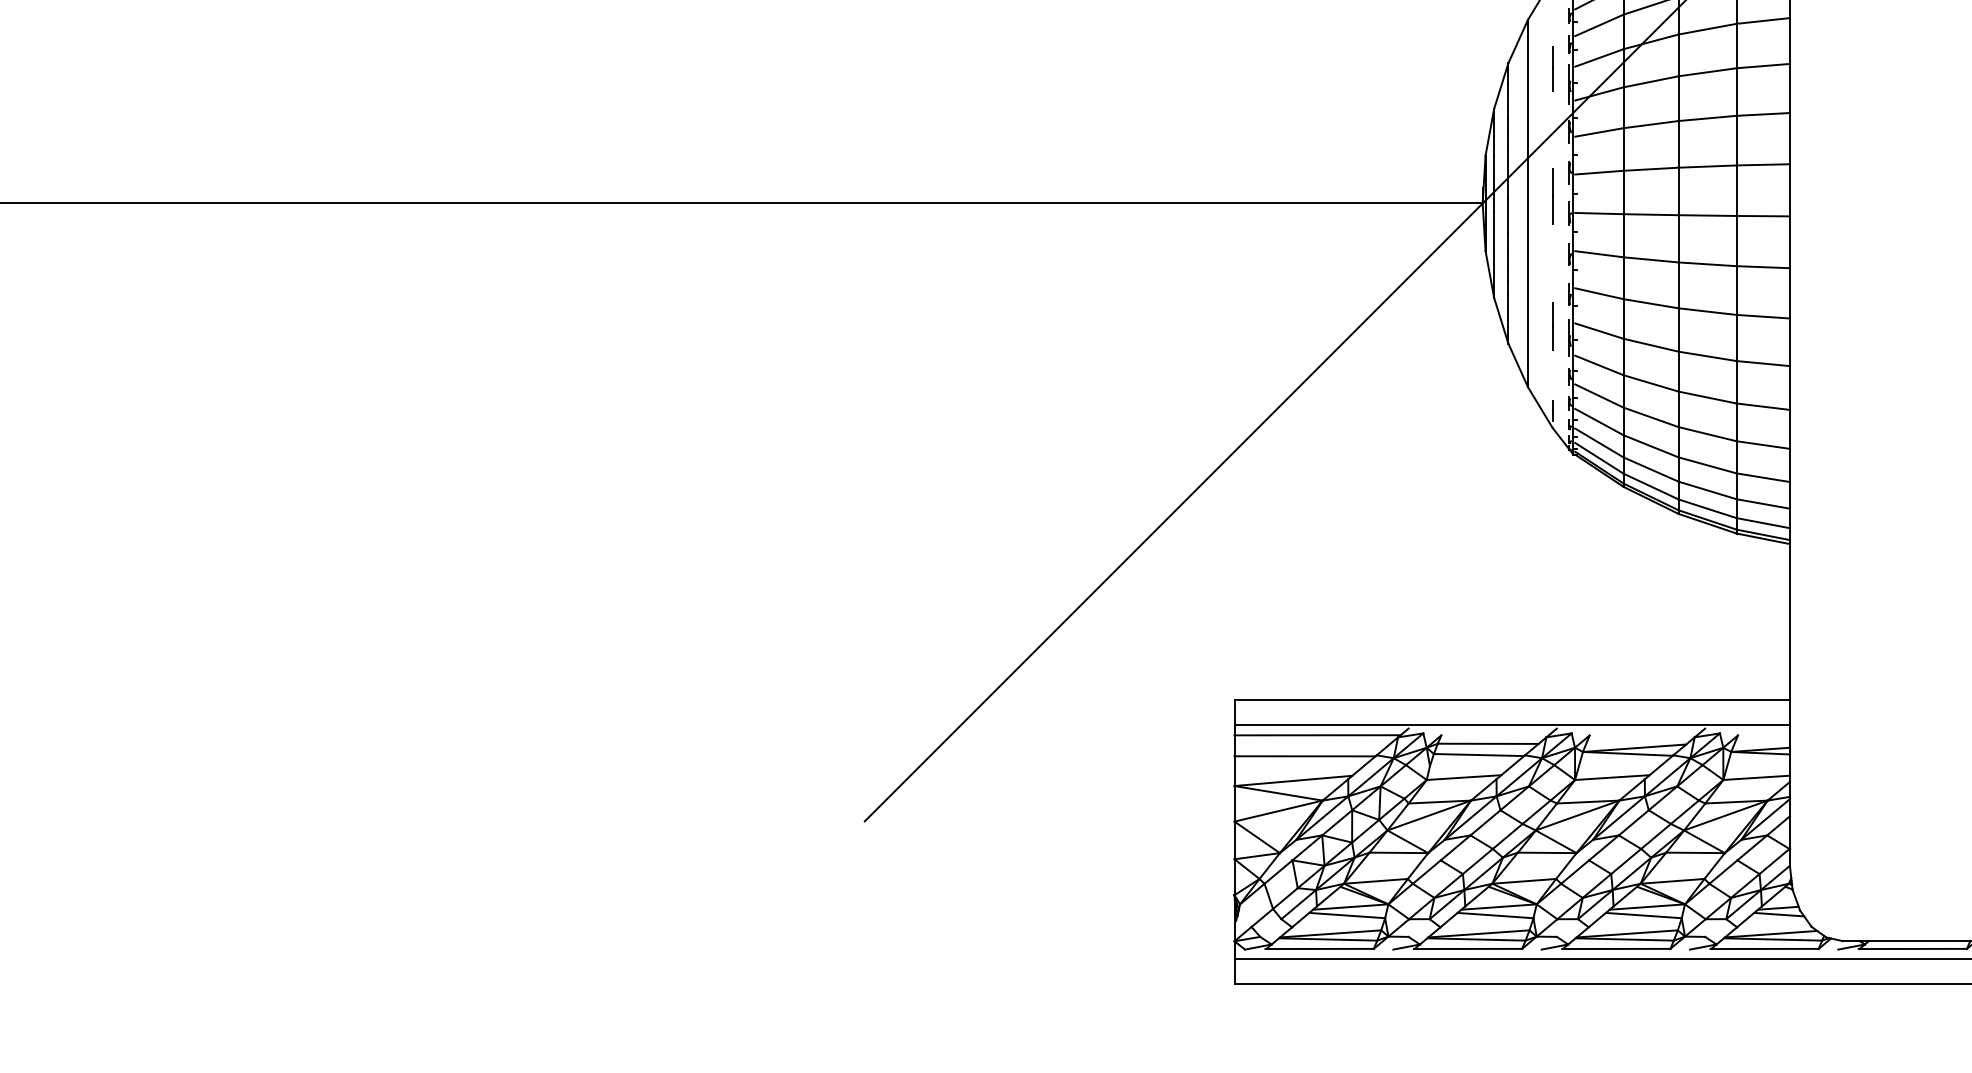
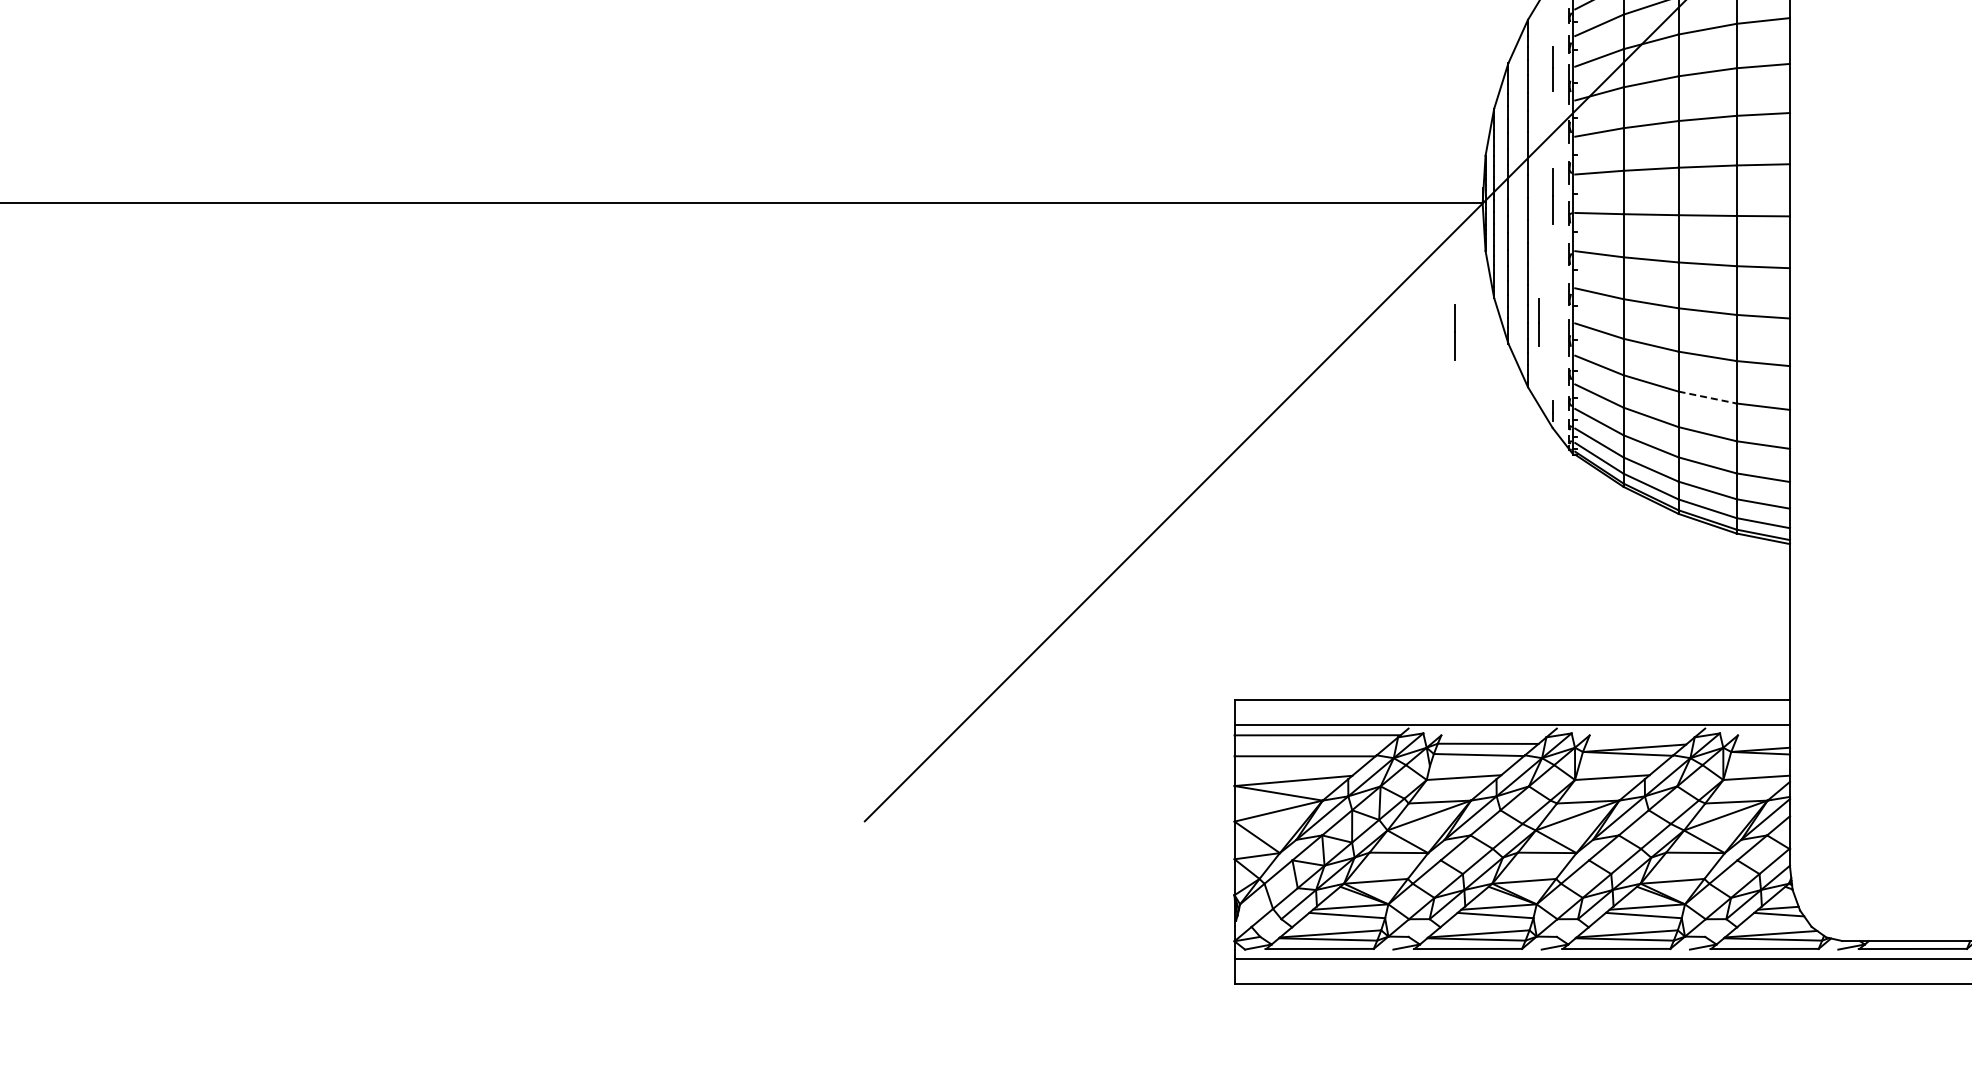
line at (1552, 326) position: (1552, 326) -> (1538, 322)
line at (1454, 332): none -> present
line at (1707, 397): solid -> dashed
